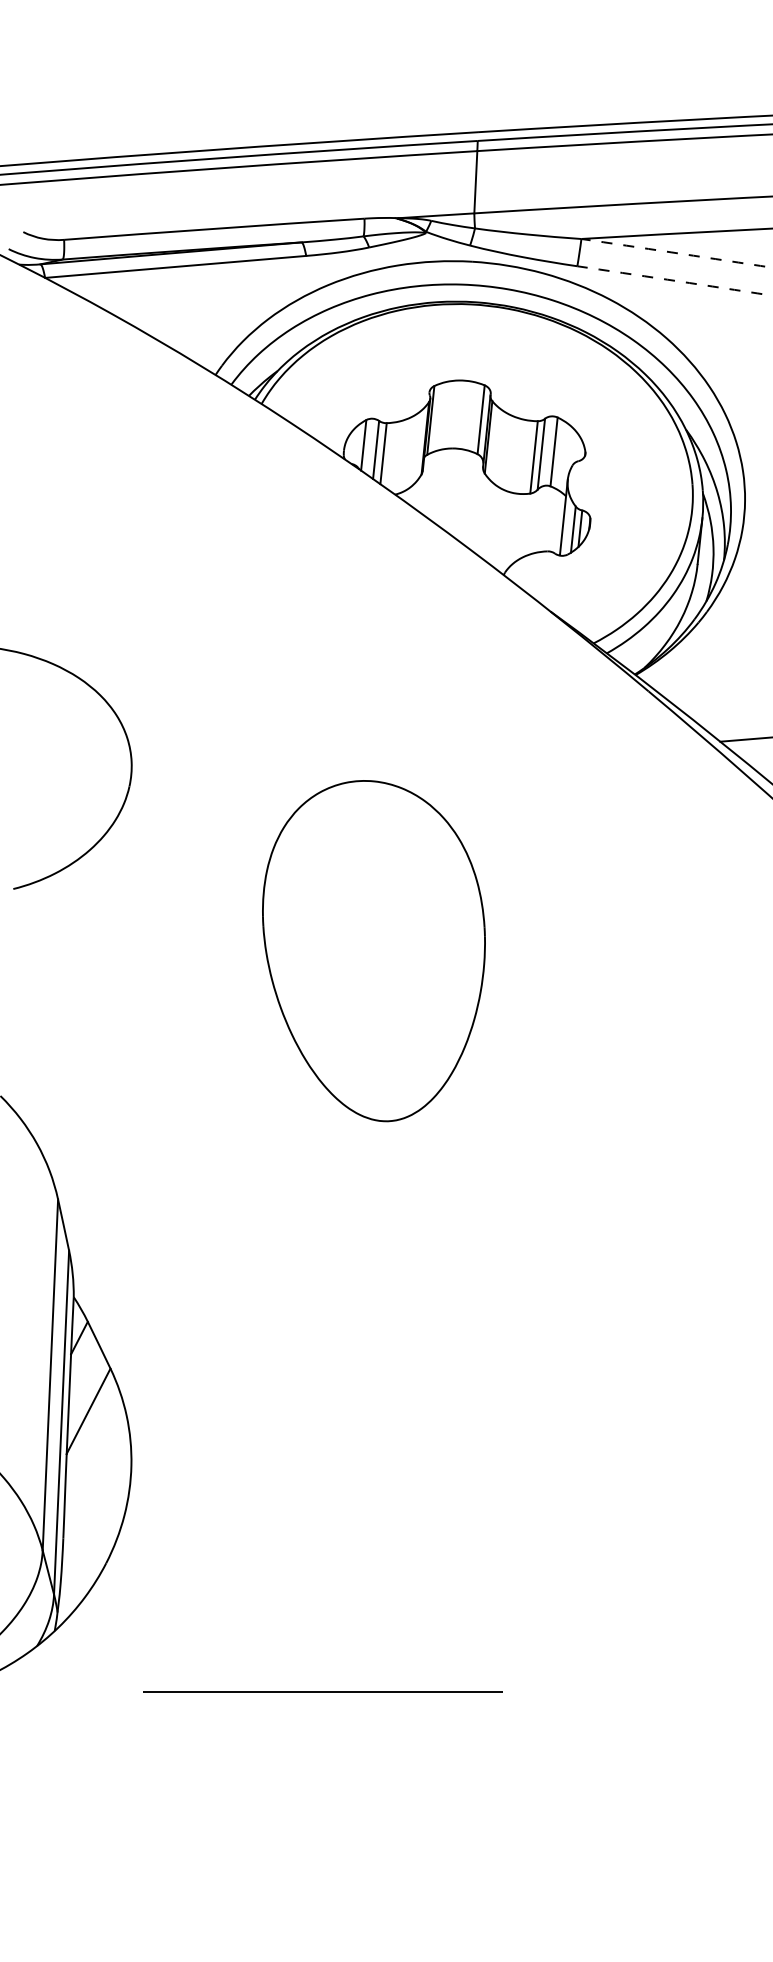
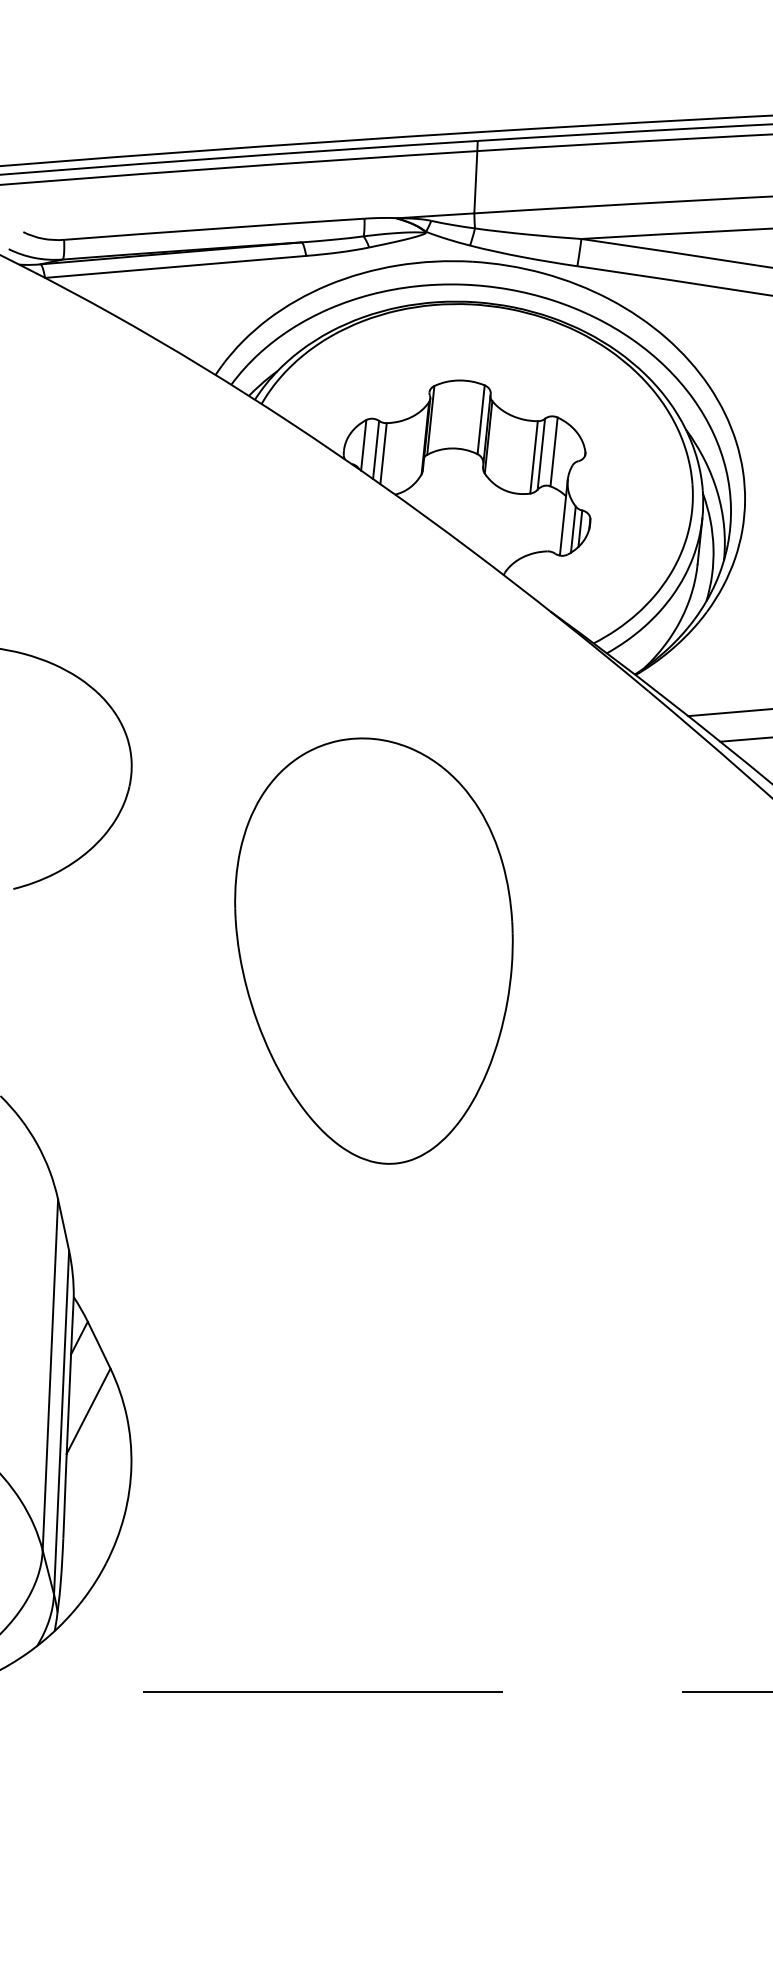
arc at (676, 253): dashed -> solid
arc at (675, 280): dashed -> solid
line at (728, 712): none -> present
part at (373, 951) size: 224x343 px -> 280x428 px
line at (725, 1692): none -> present
